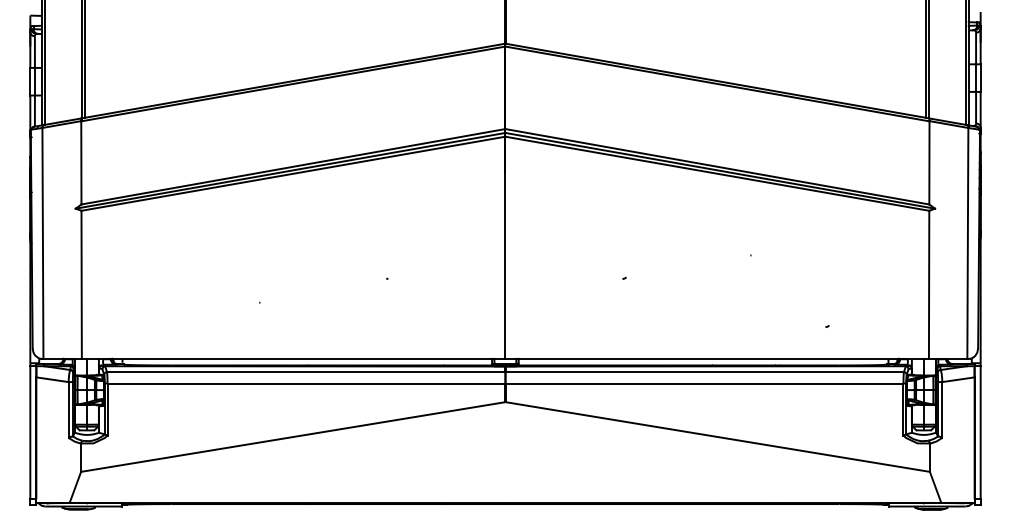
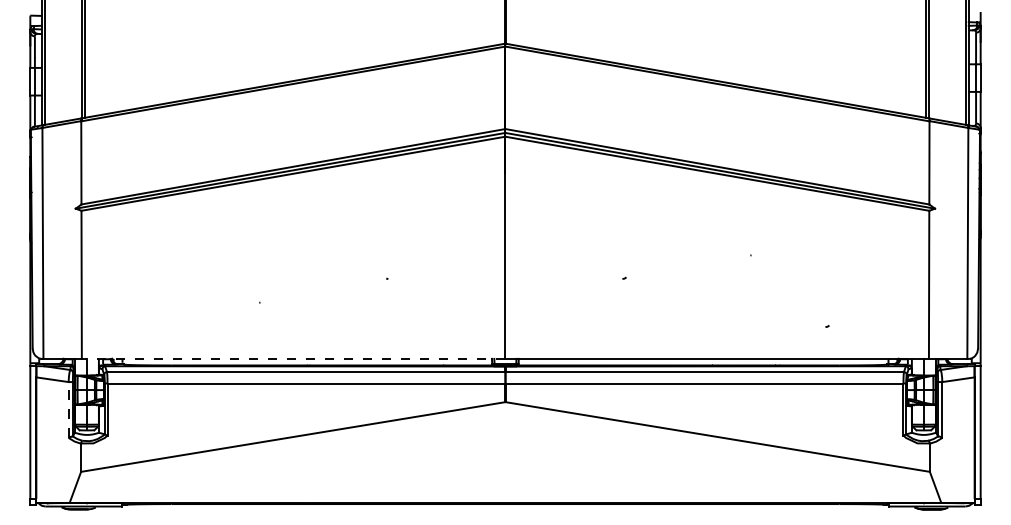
line at (293, 358): solid -> dashed
line at (68, 409): solid -> dashed
